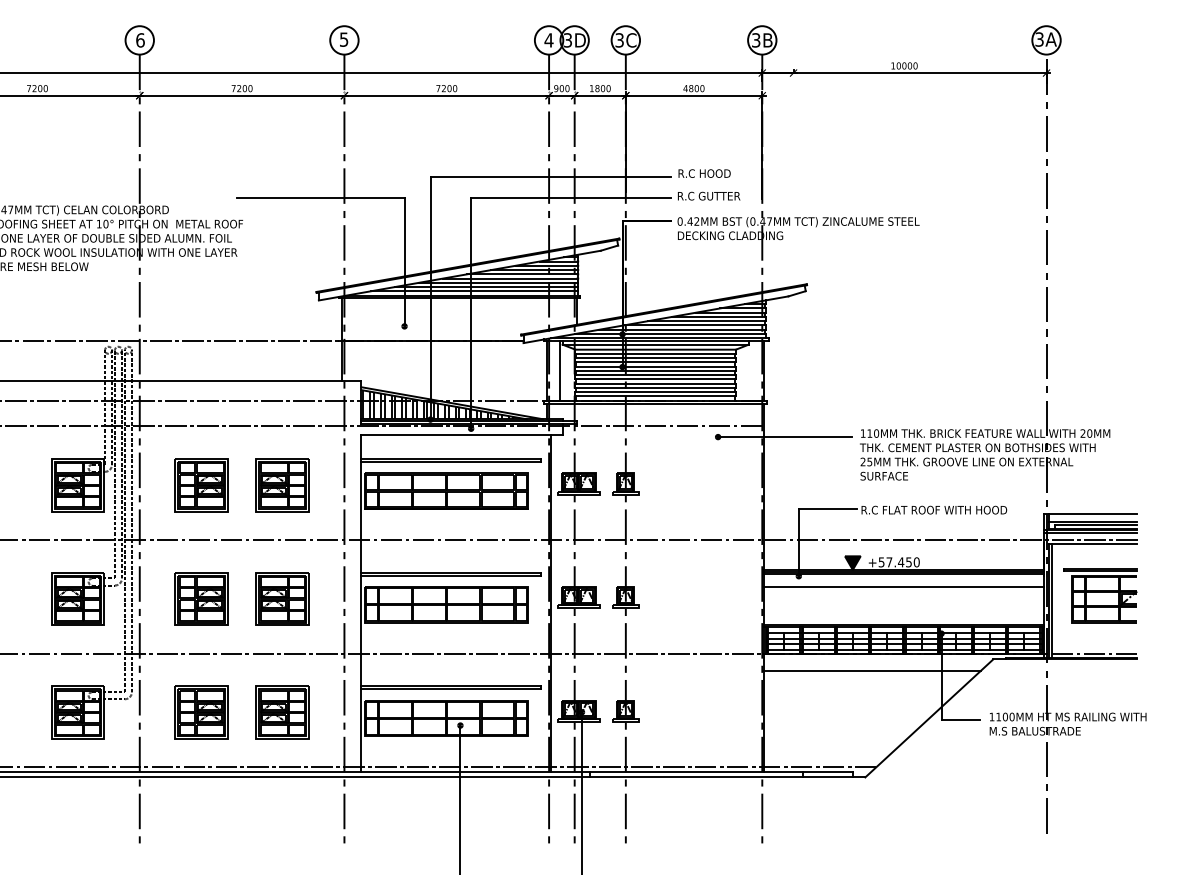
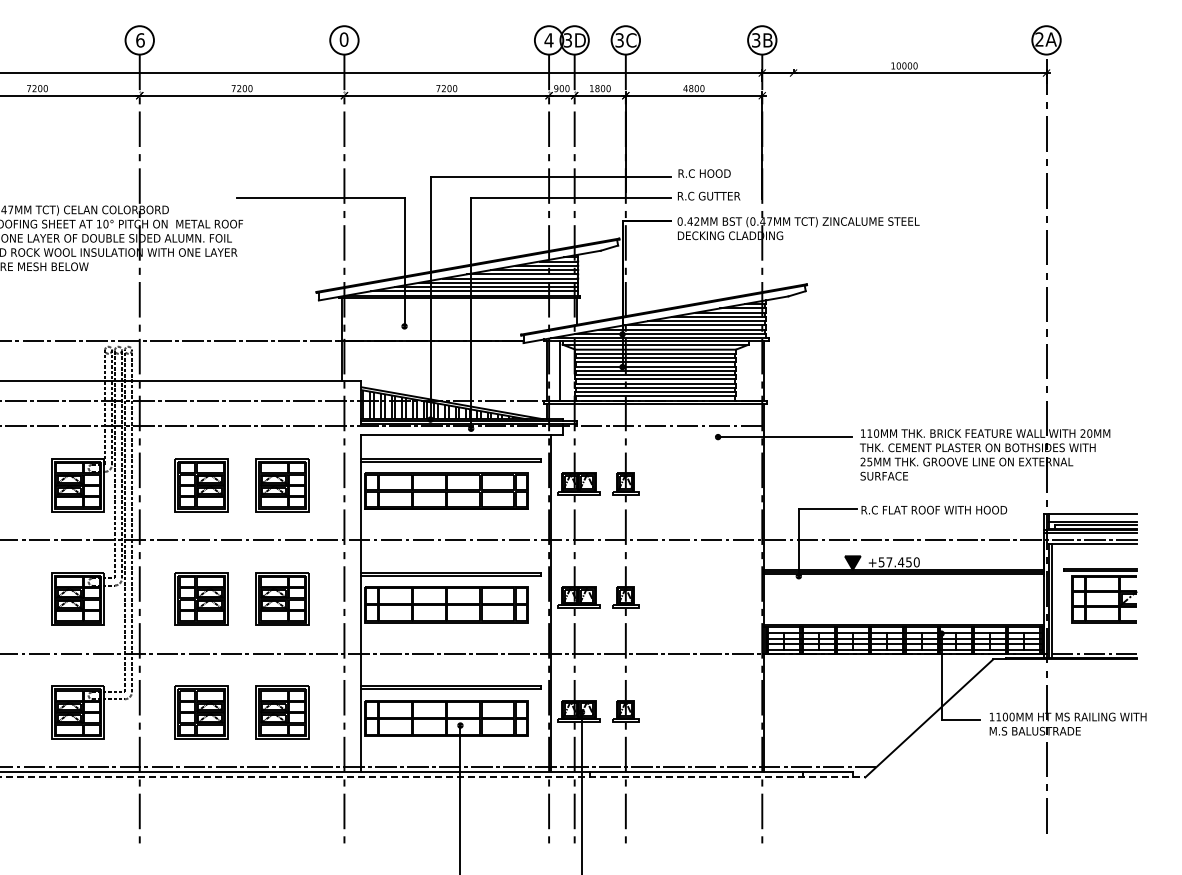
text at (343, 39): 5 -> 0
text at (1039, 39): 3A -> 2A
line at (904, 586): present -> none
line at (872, 670): present -> none
line at (433, 777): solid -> dashed
